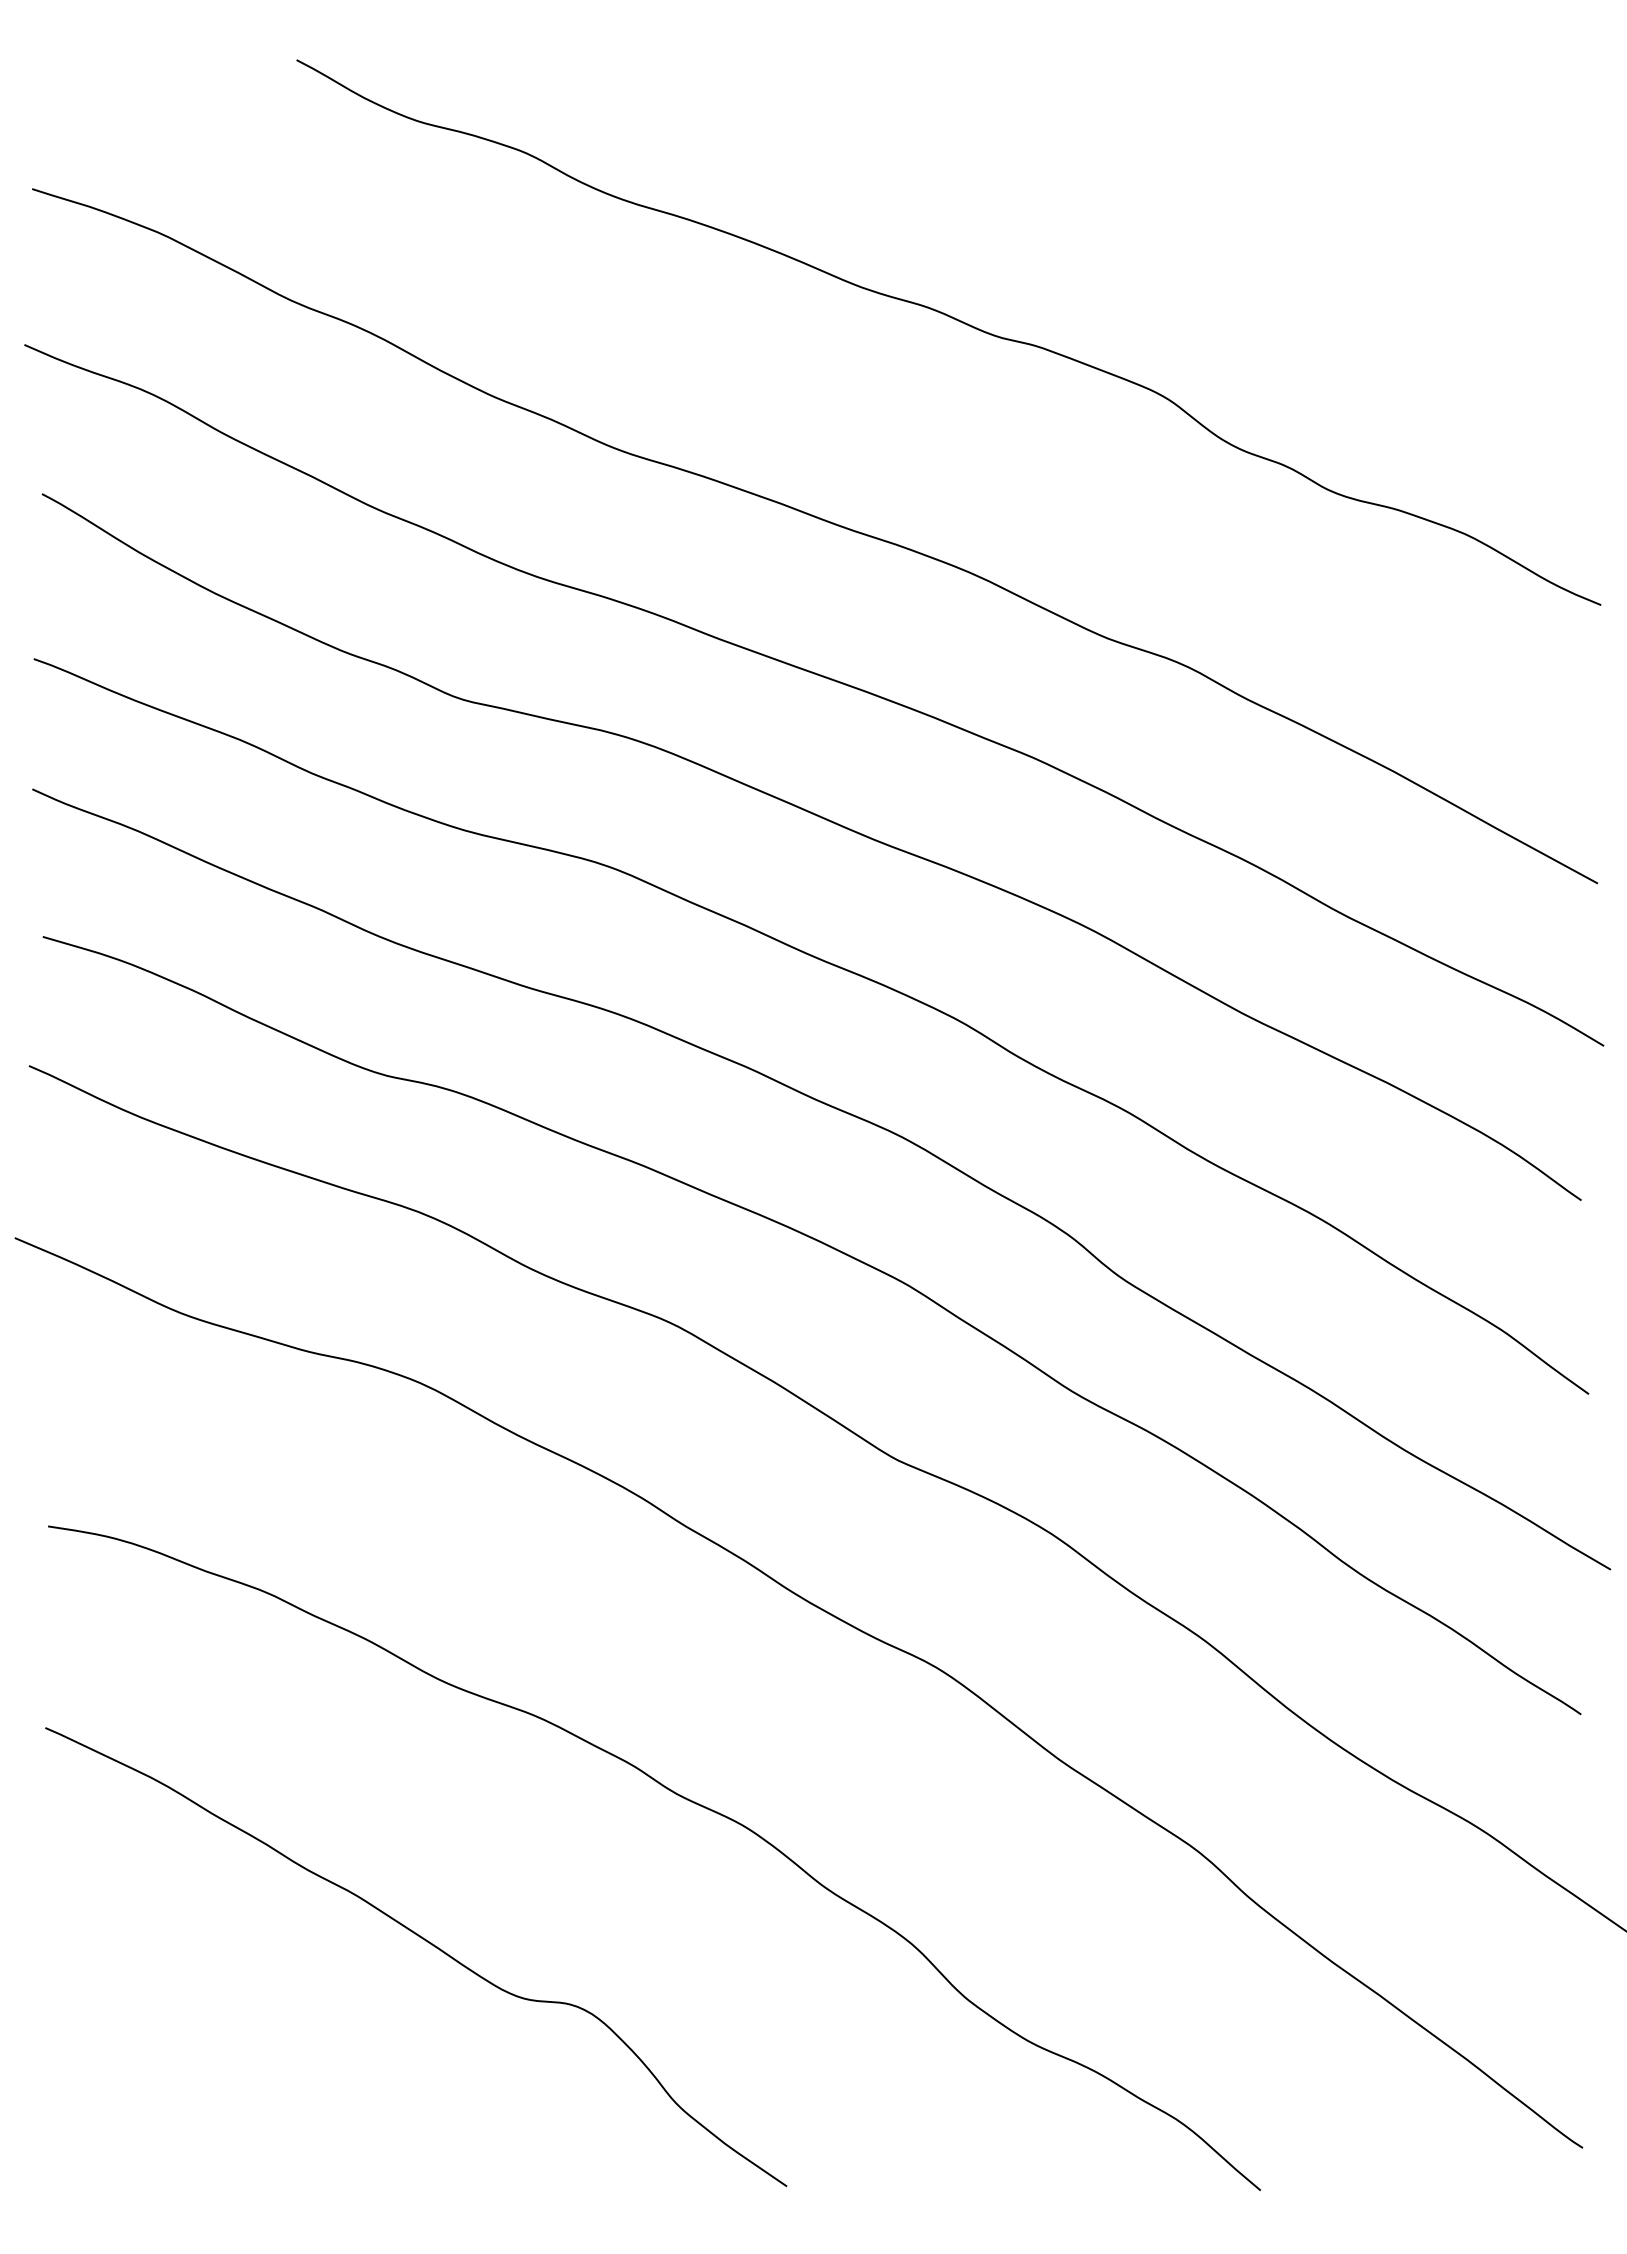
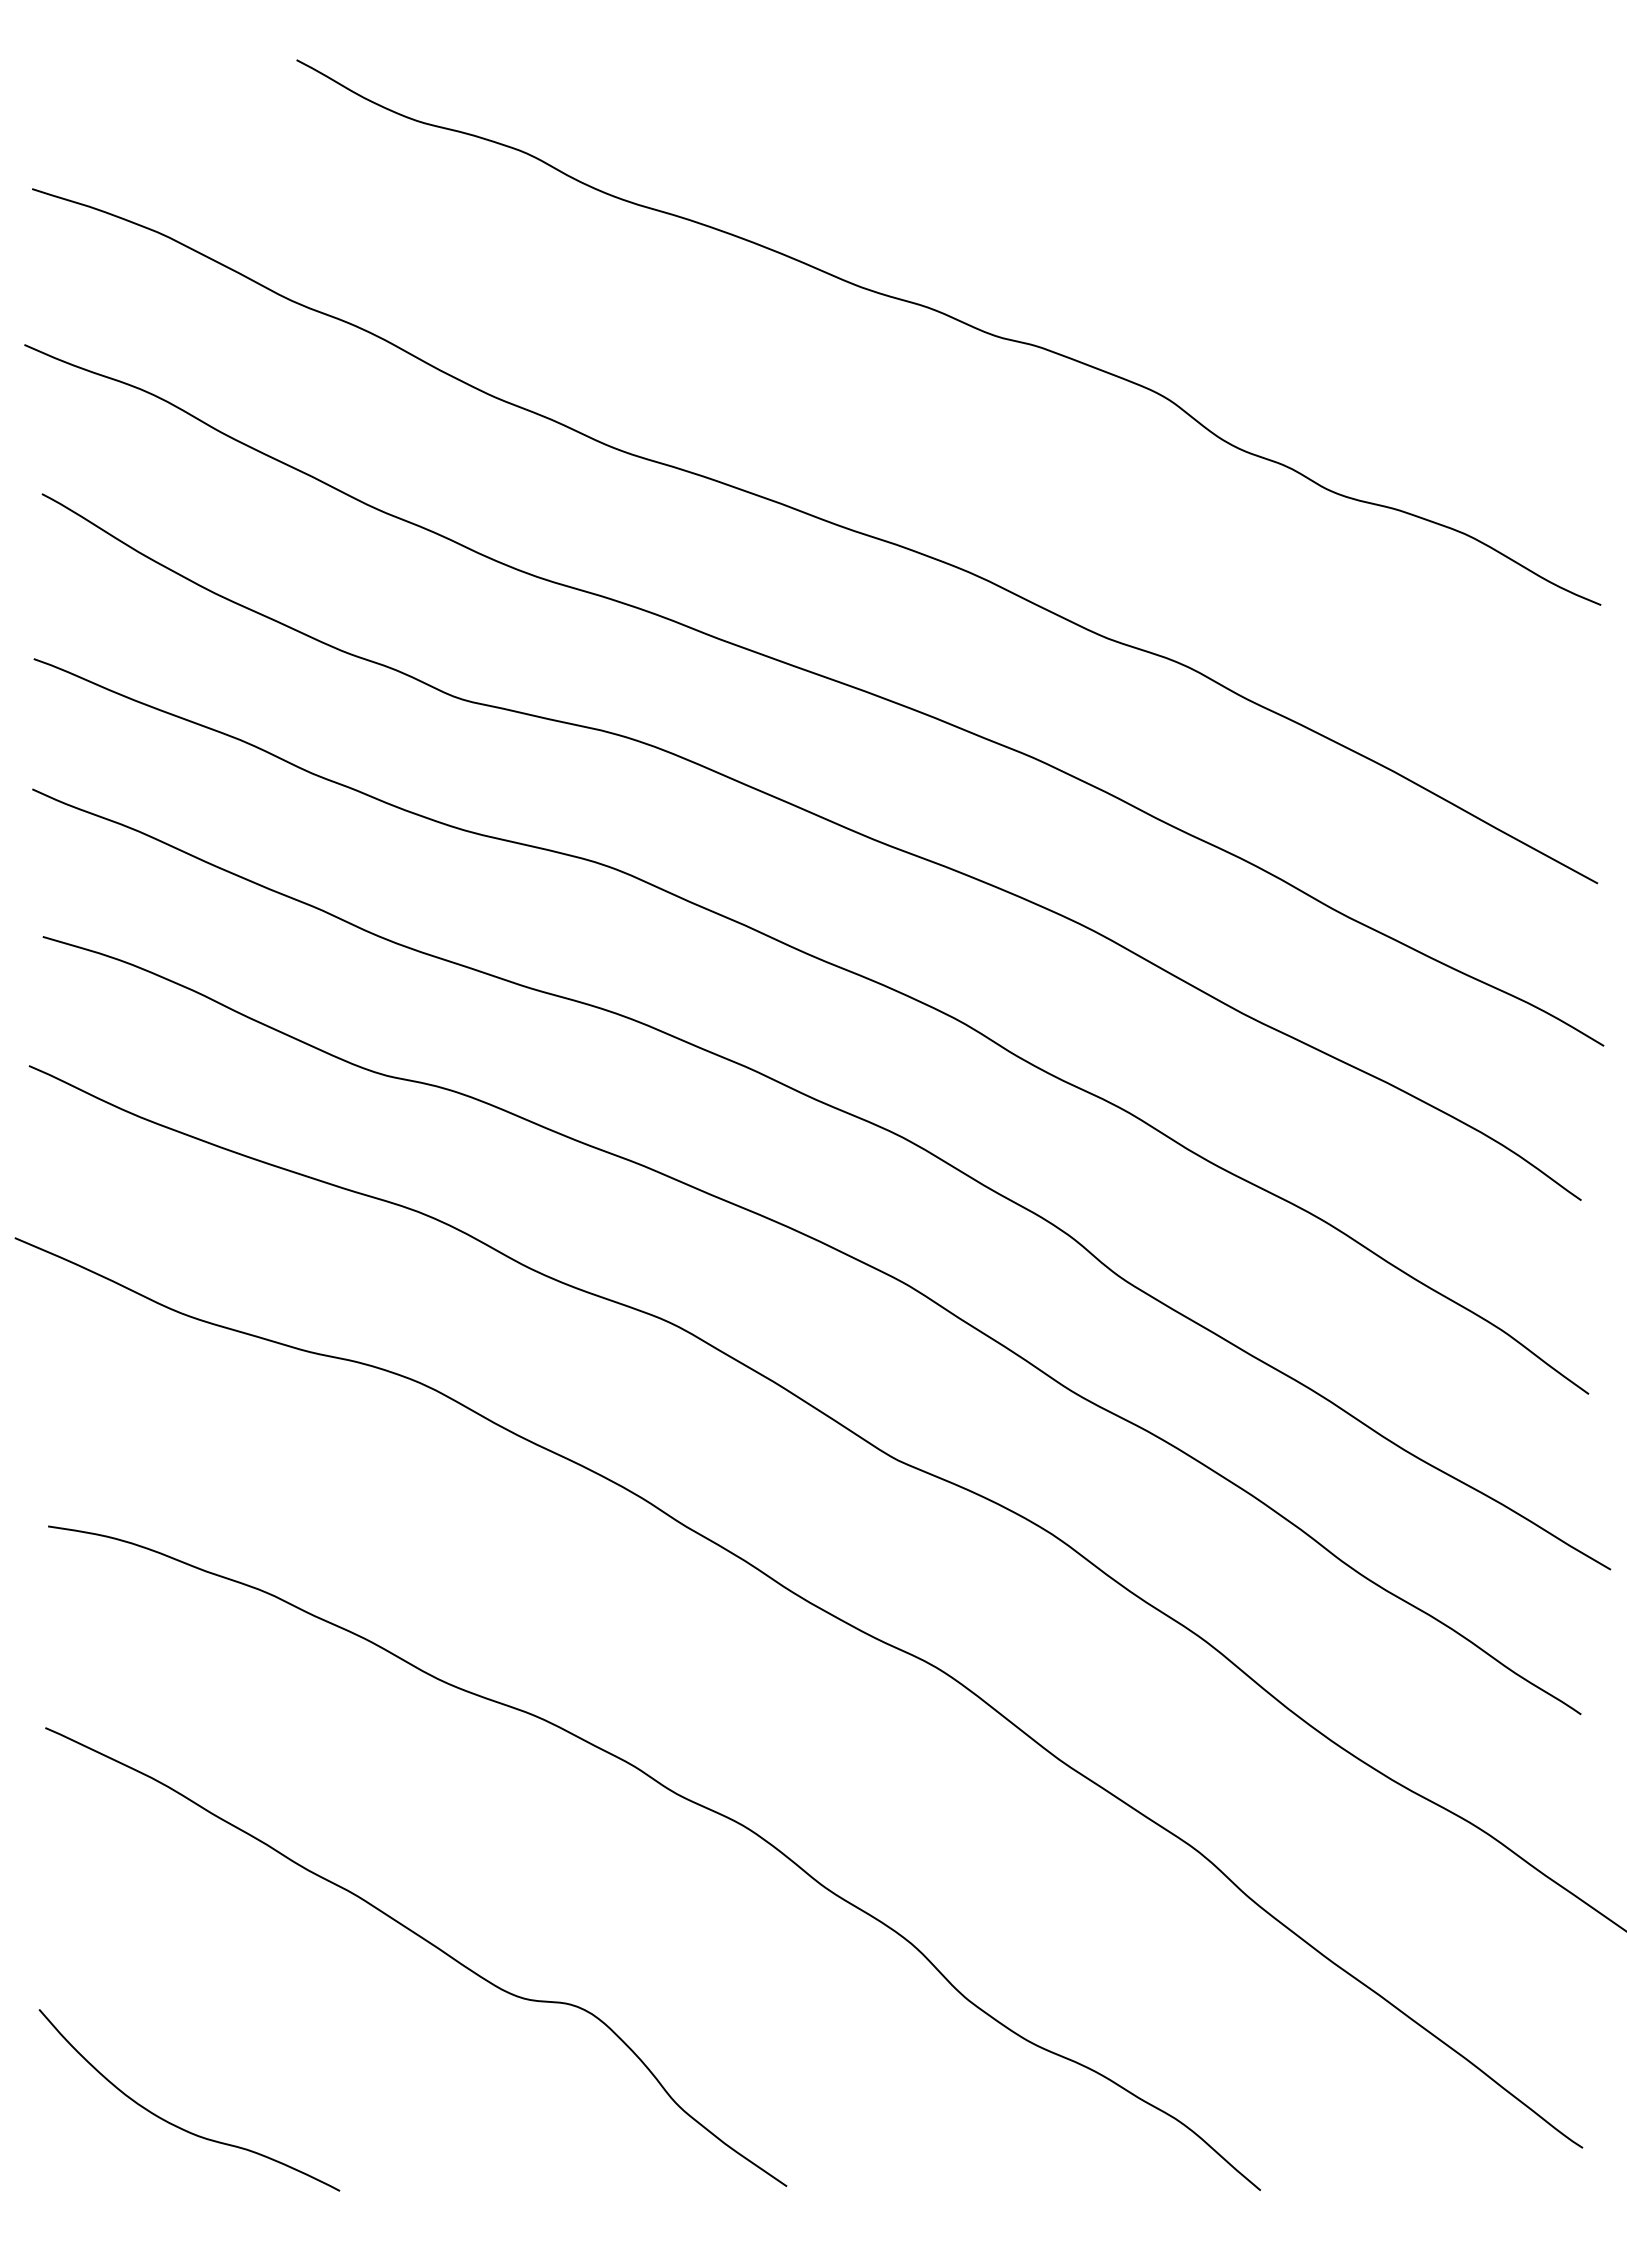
curve at (177, 2125): none -> present
